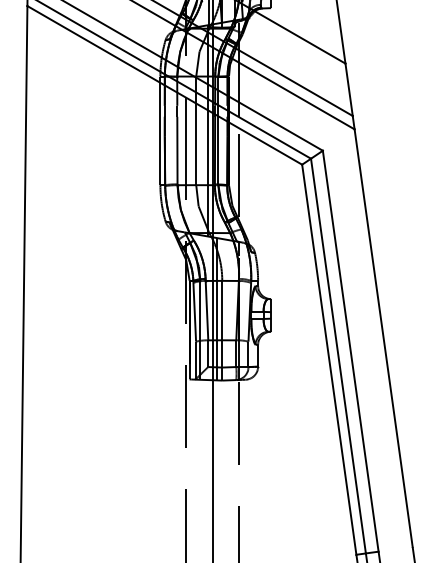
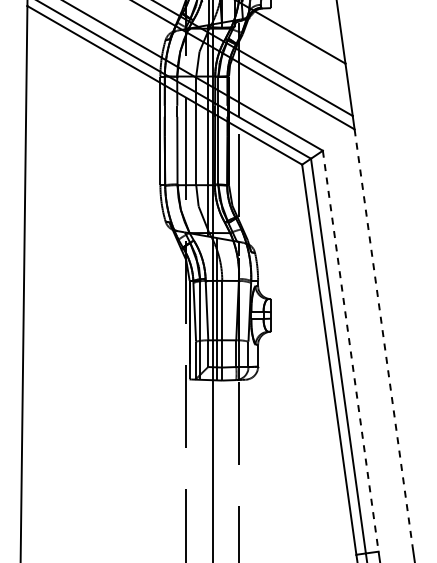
line at (383, 338): solid -> dashed
line at (350, 351): solid -> dashed
